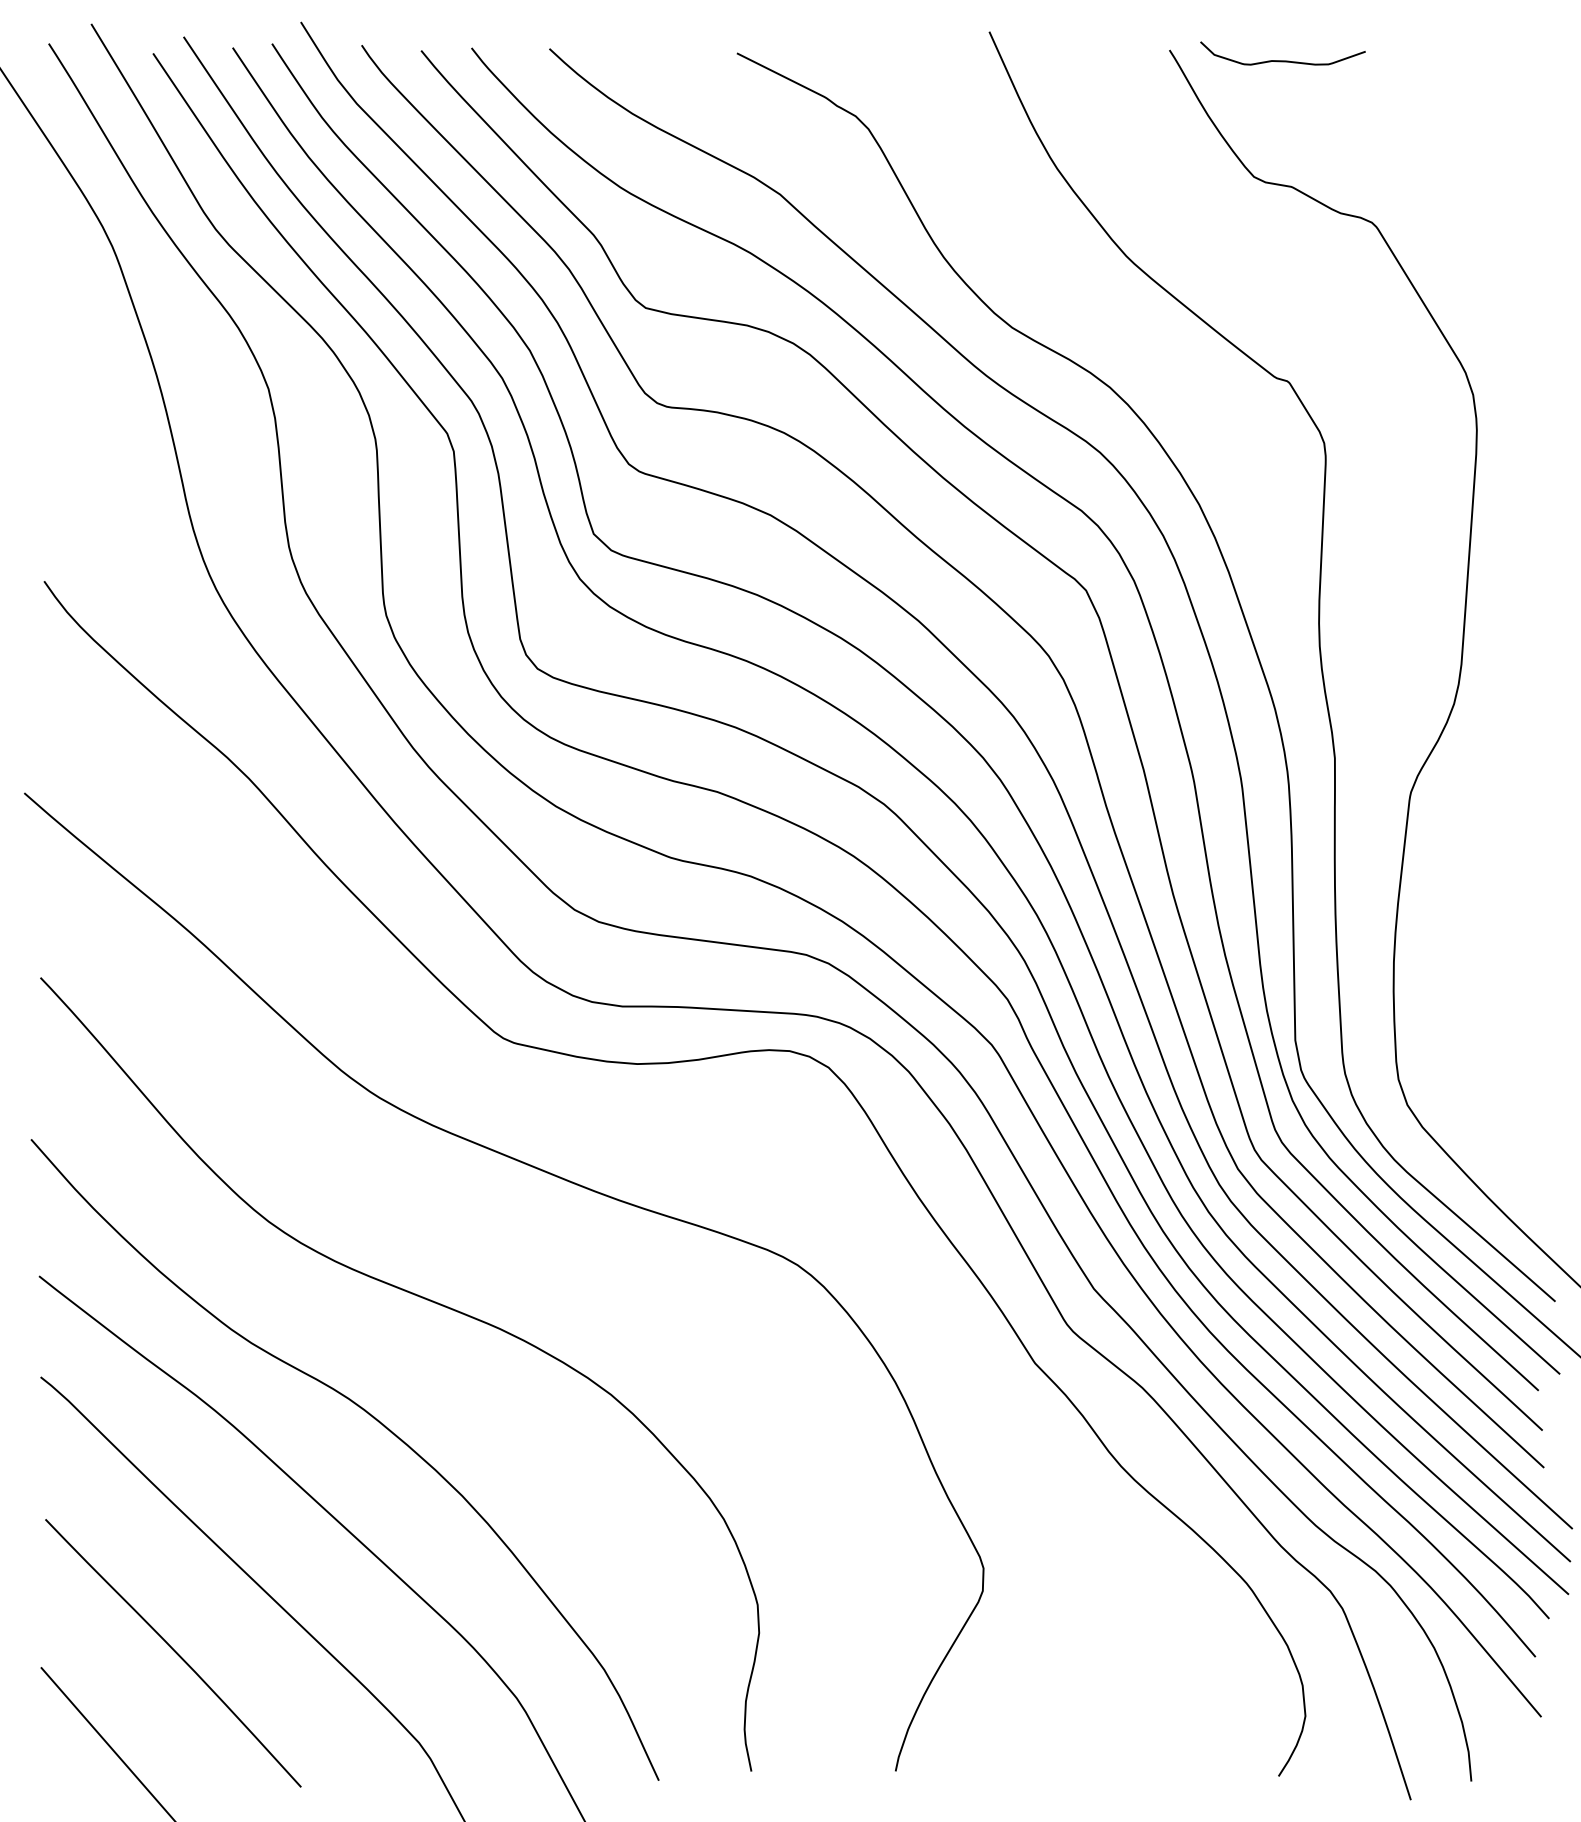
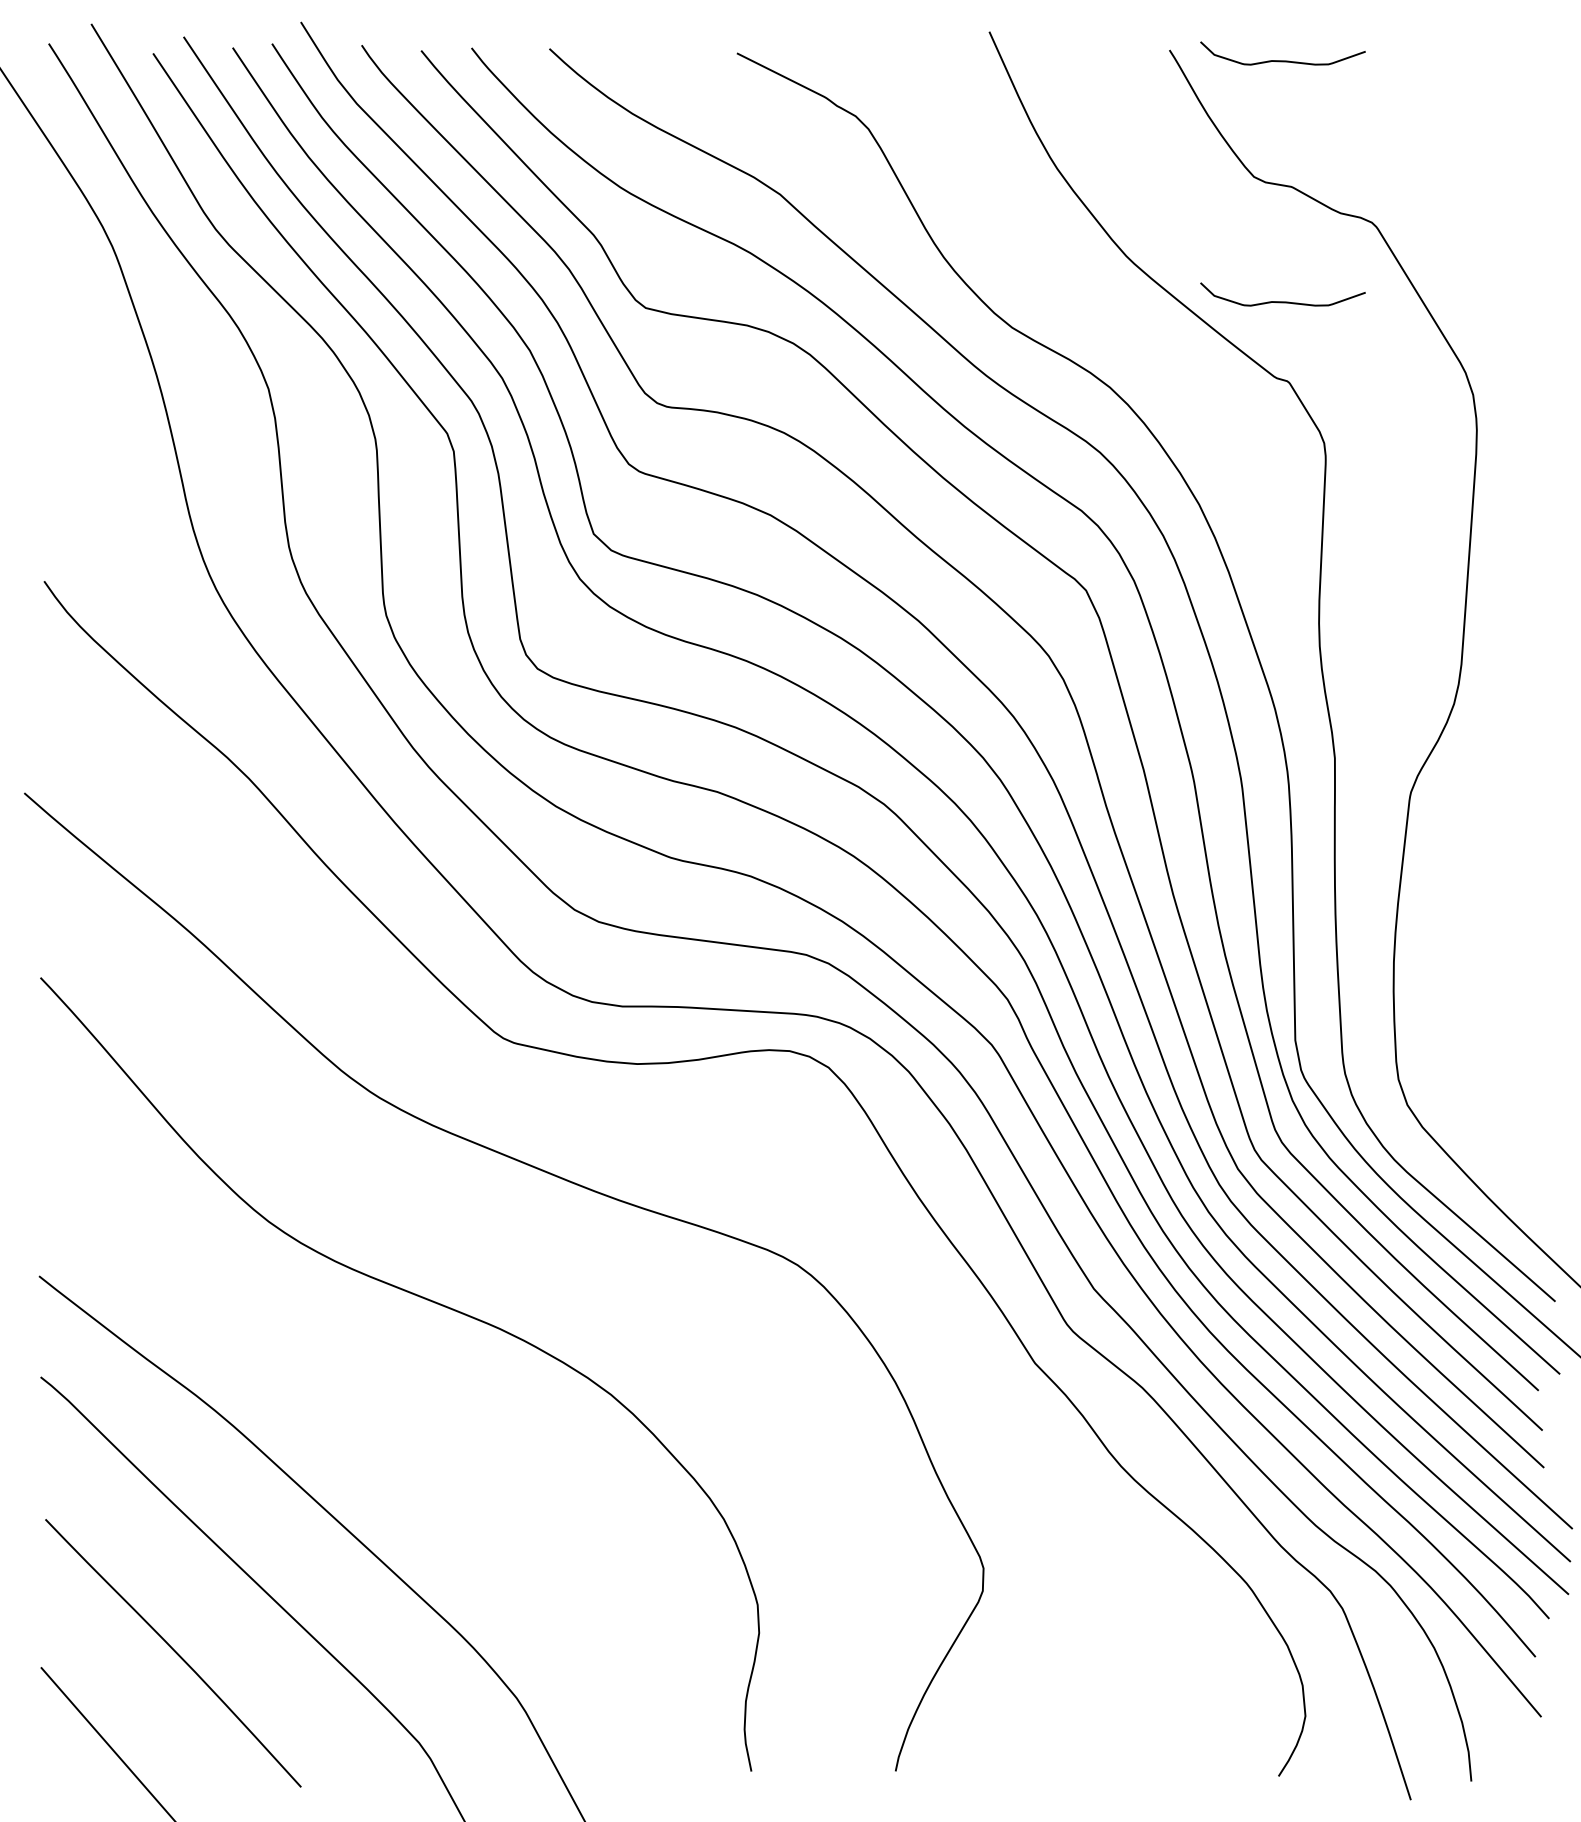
curve at (1282, 301): none -> present
curve at (374, 1419): present -> none
